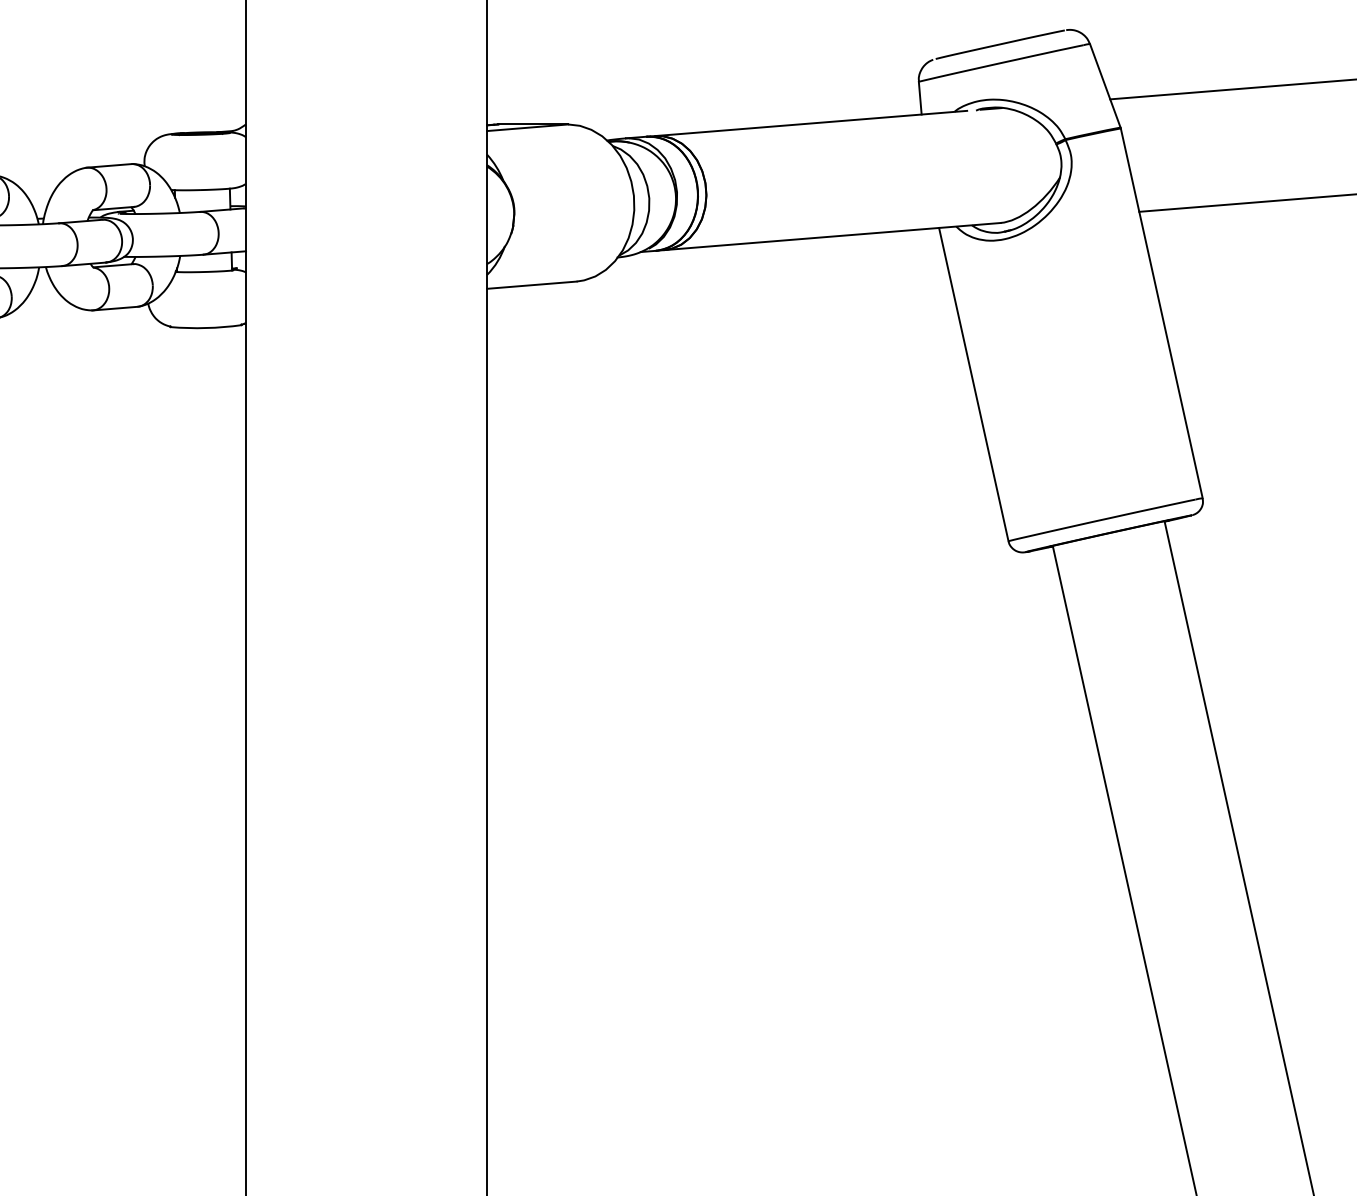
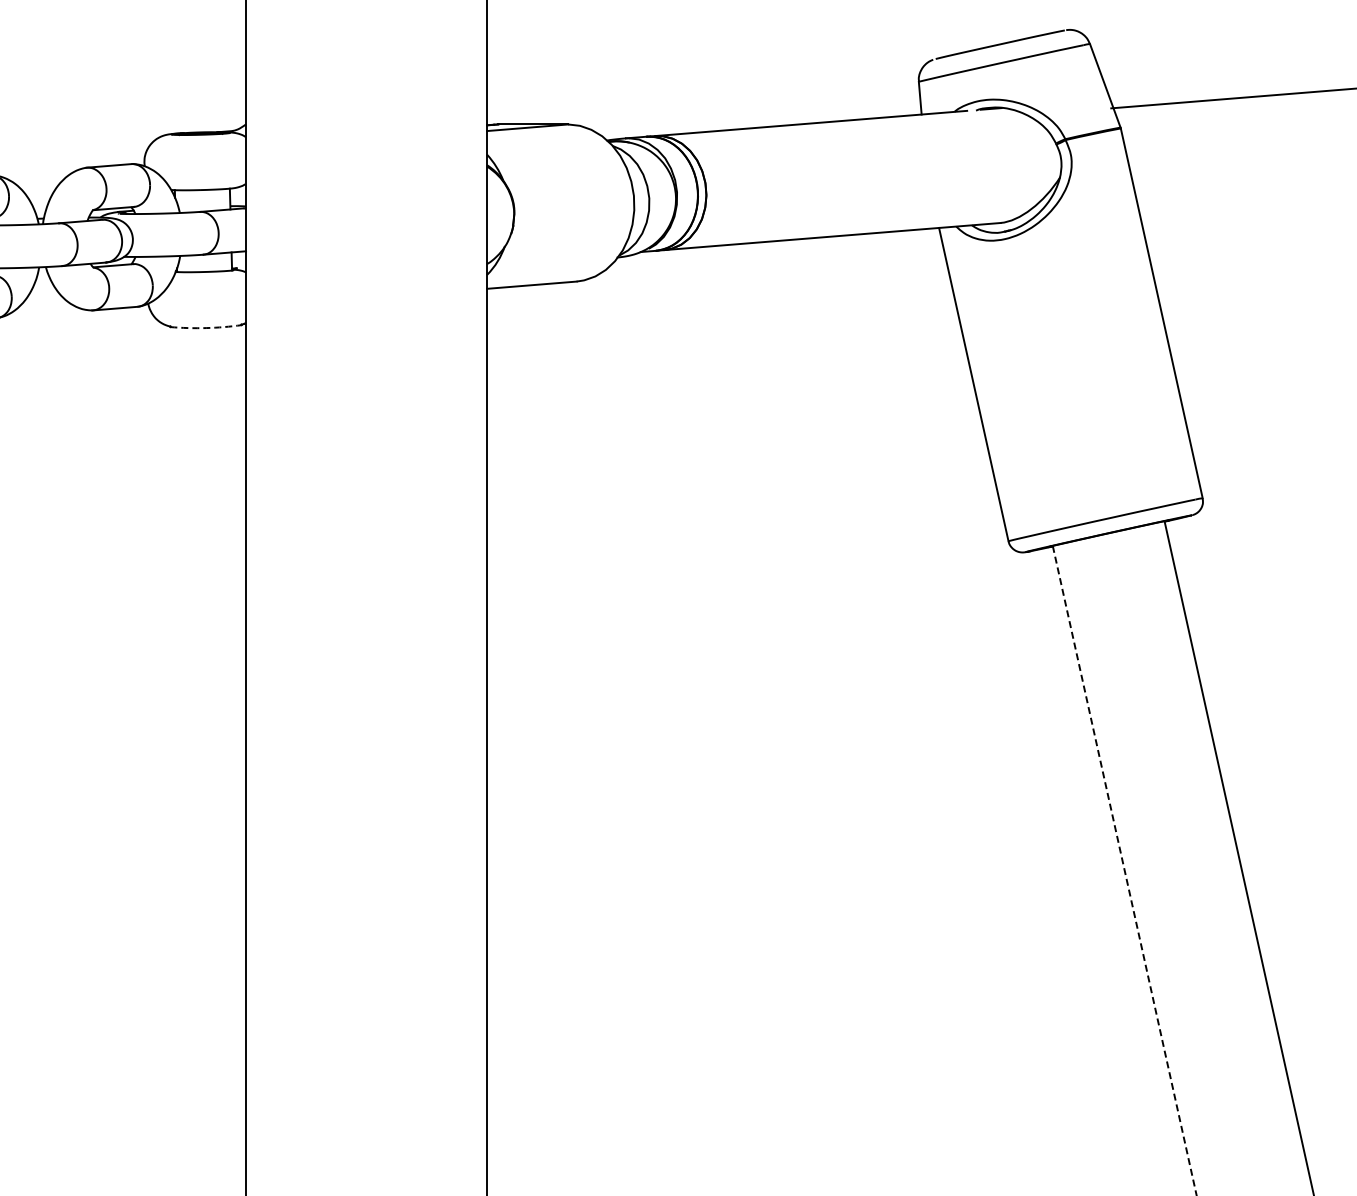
line at (1231, 89) position: (1231, 89) -> (1232, 98)
line at (1246, 202): present -> none
arc at (206, 328): solid -> dashed
line at (1124, 871): solid -> dashed
